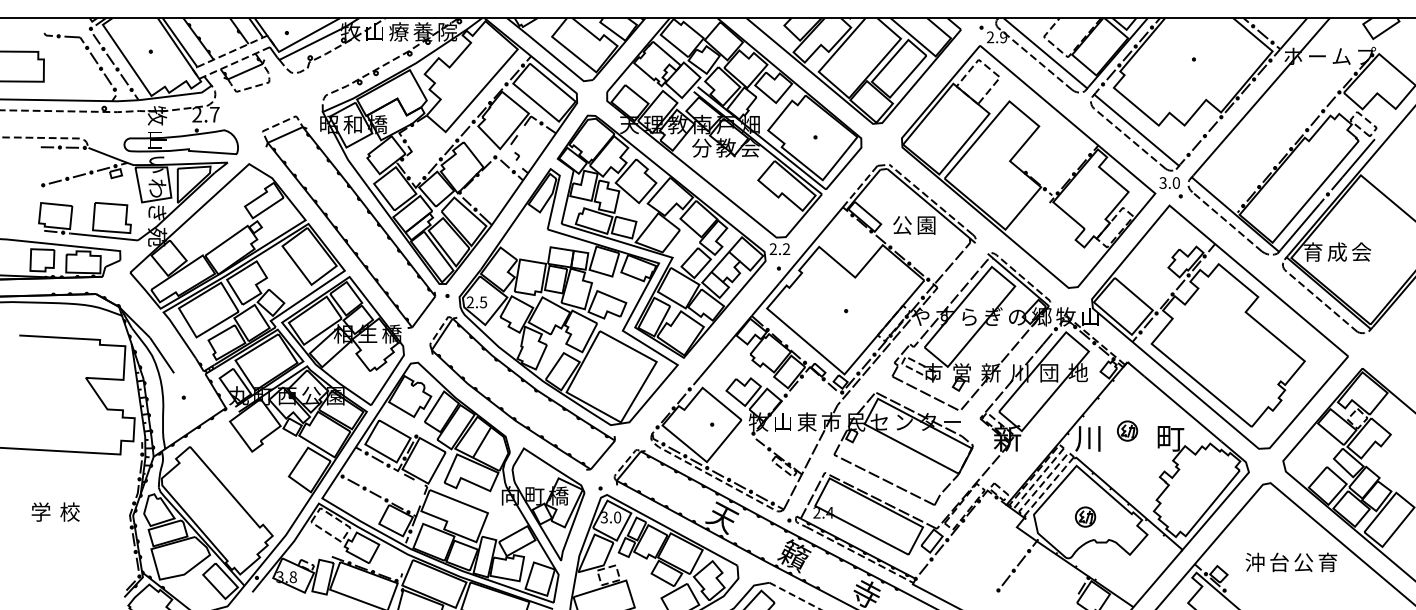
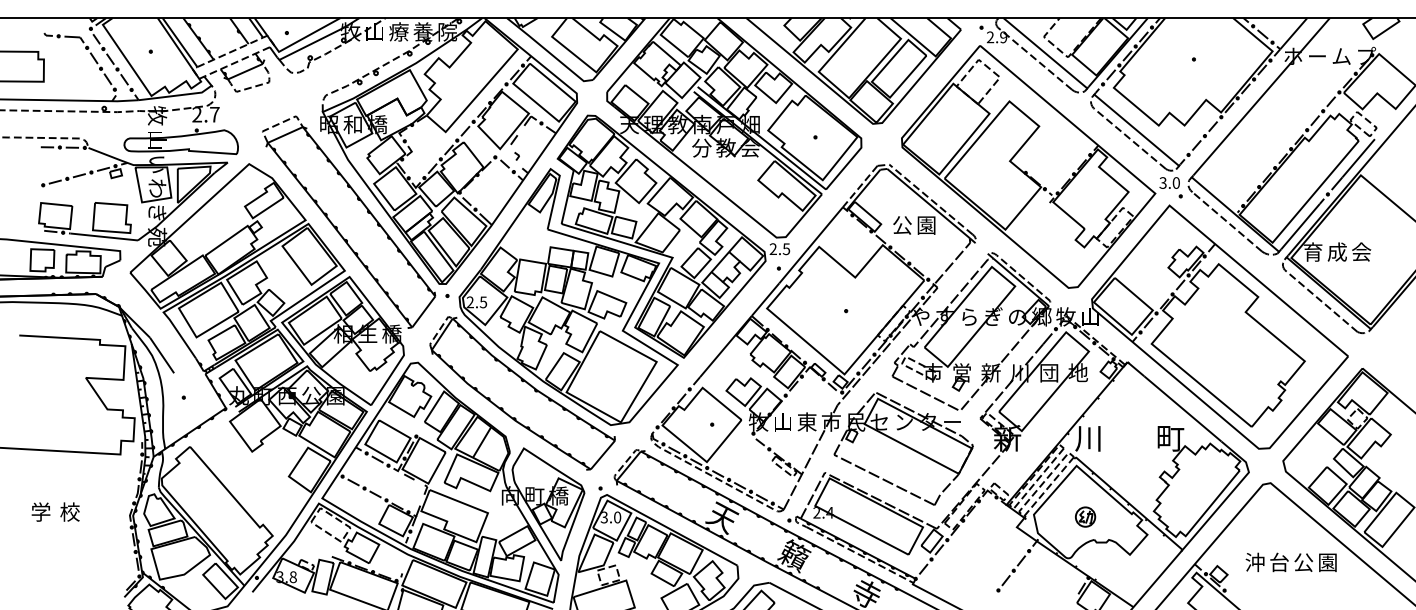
text at (786, 249): 2.2 -> 2.5
part at (1127, 430): present -> none
text at (1327, 562): 育 -> 園
line at (795, 596): dashed -> solid
